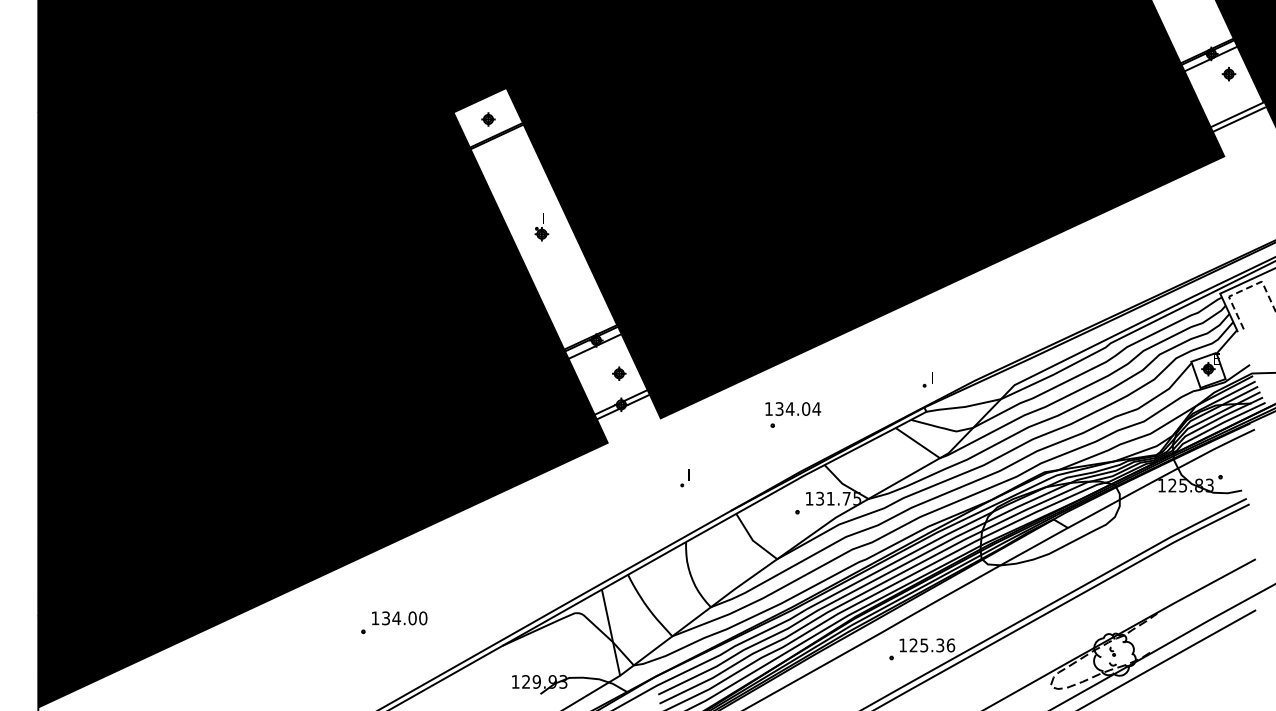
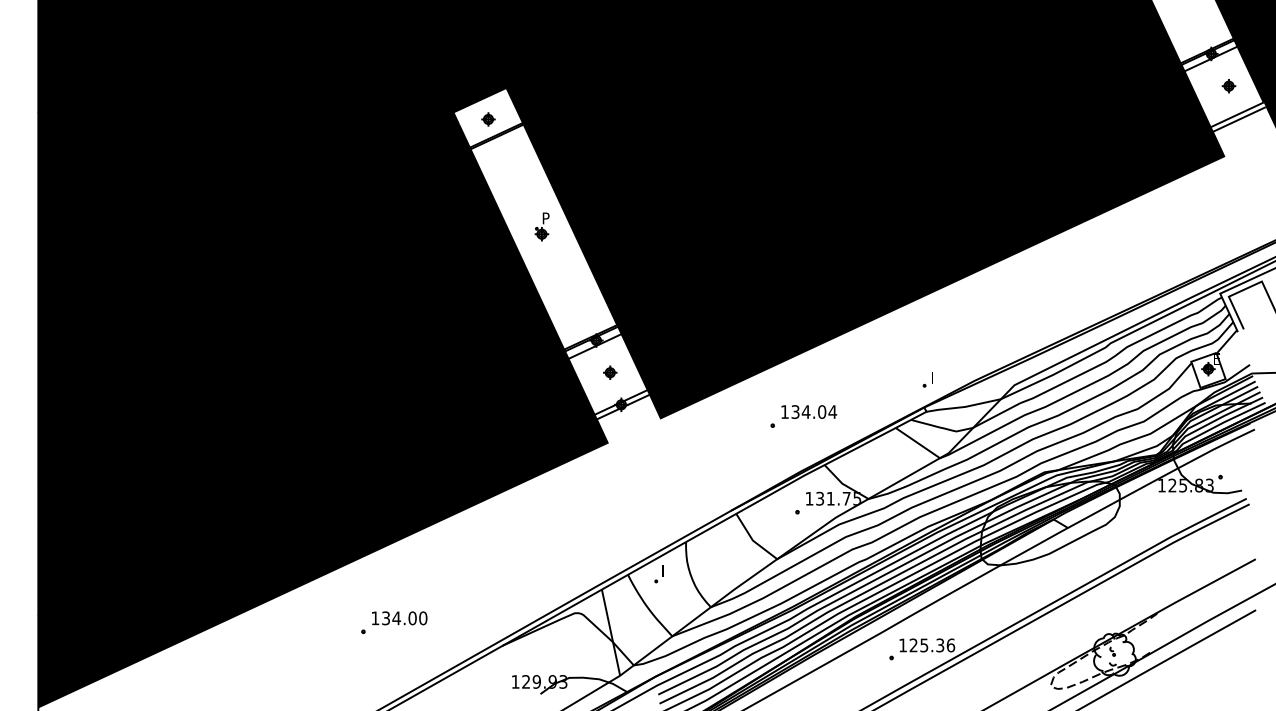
part at (1228, 74) position: (1228, 74) -> (1228, 86)
text at (545, 218): I -> P
line at (1244, 289): dashed -> solid
part at (619, 373) position: (619, 373) -> (610, 372)
text at (793, 408) position: (793, 408) -> (809, 411)
part at (684, 478) position: (684, 478) -> (658, 574)
